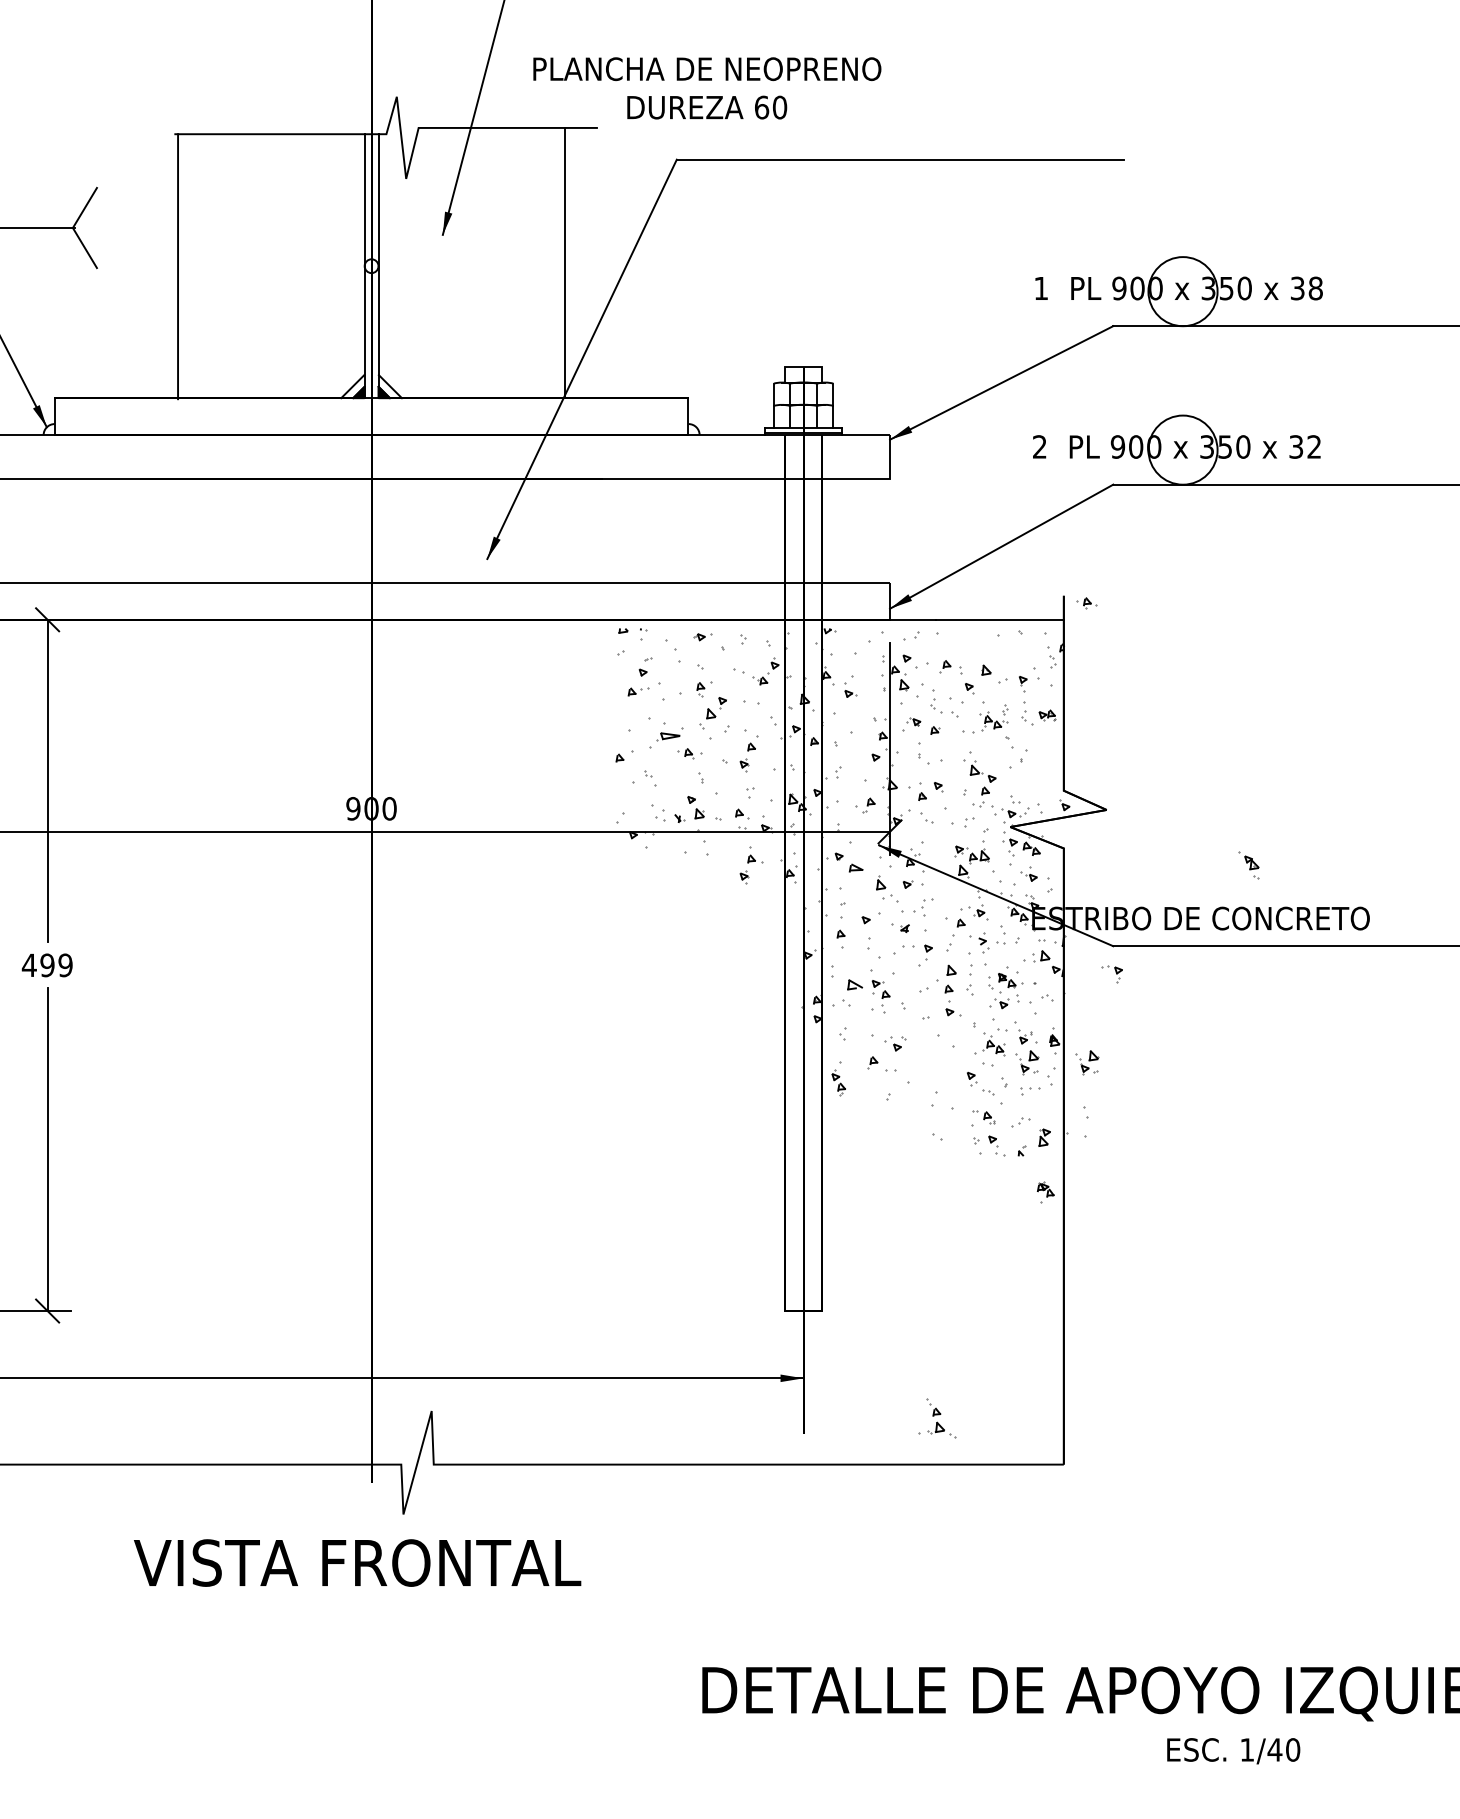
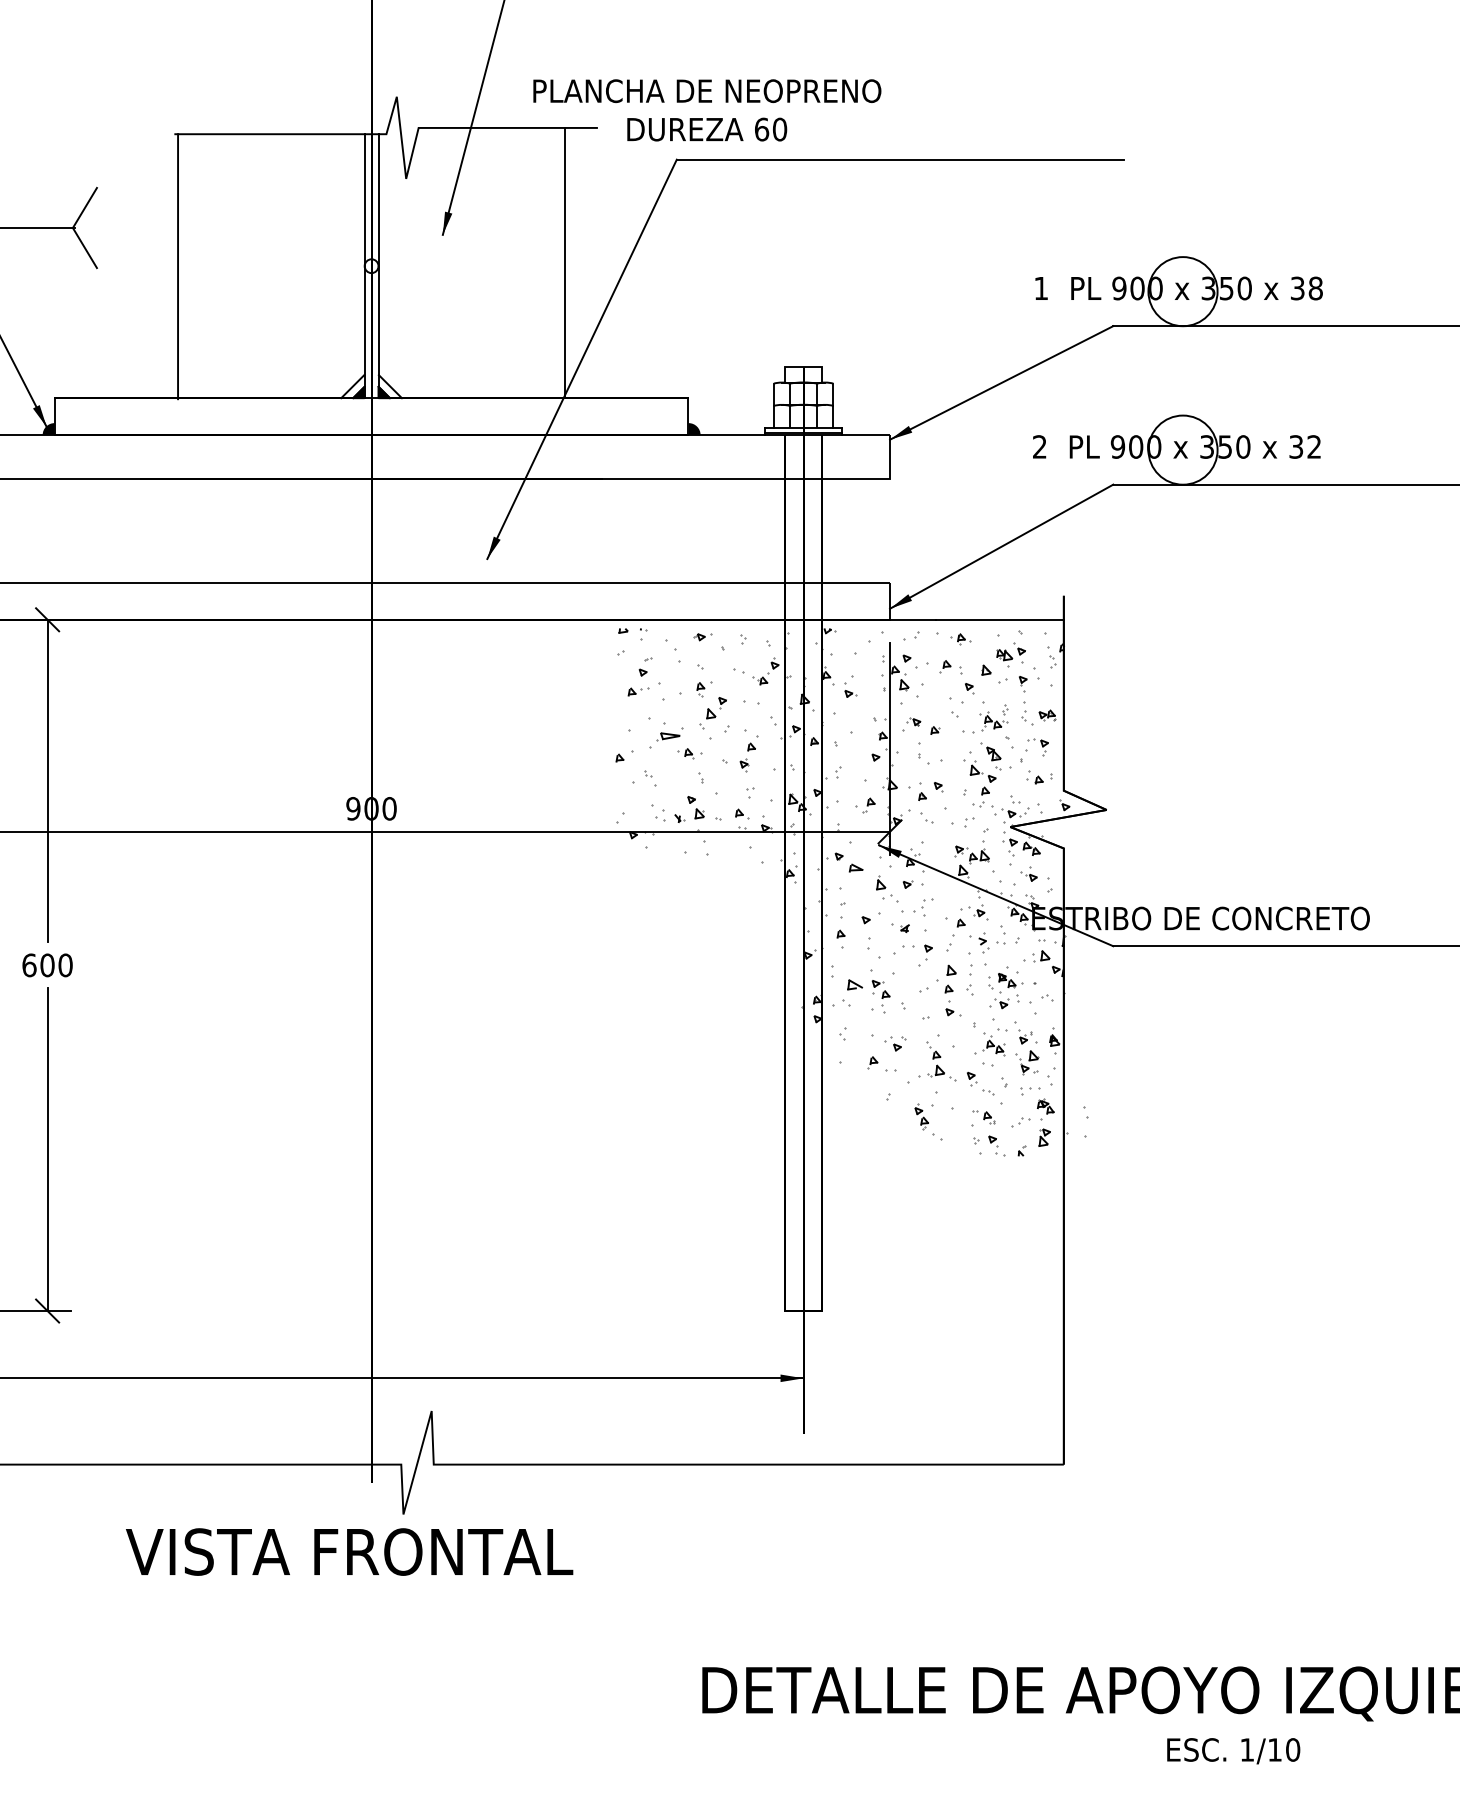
text at (707, 88) position: (707, 88) -> (707, 110)
fill at (48, 429): none -> present
fill at (693, 429): none -> present
part at (1086, 603) position: (1086, 603) -> (960, 639)
part at (1010, 654): none -> present
part at (936, 701): present -> none
part at (1039, 777): none -> present
part at (1248, 865) position: (1248, 865) -> (990, 756)
part at (747, 869): present -> none
text at (46, 965): 499 -> 600
part at (1111, 974) position: (1111, 974) -> (1037, 747)
part at (1087, 1062): present -> none
part at (838, 1082) position: (838, 1082) -> (921, 1116)
part at (1045, 1192) position: (1045, 1192) -> (1045, 1109)
part at (937, 1418) position: (937, 1418) -> (937, 1061)
text at (357, 1562) position: (357, 1562) -> (349, 1551)
text at (1274, 1749): 1/40 -> 1/10
